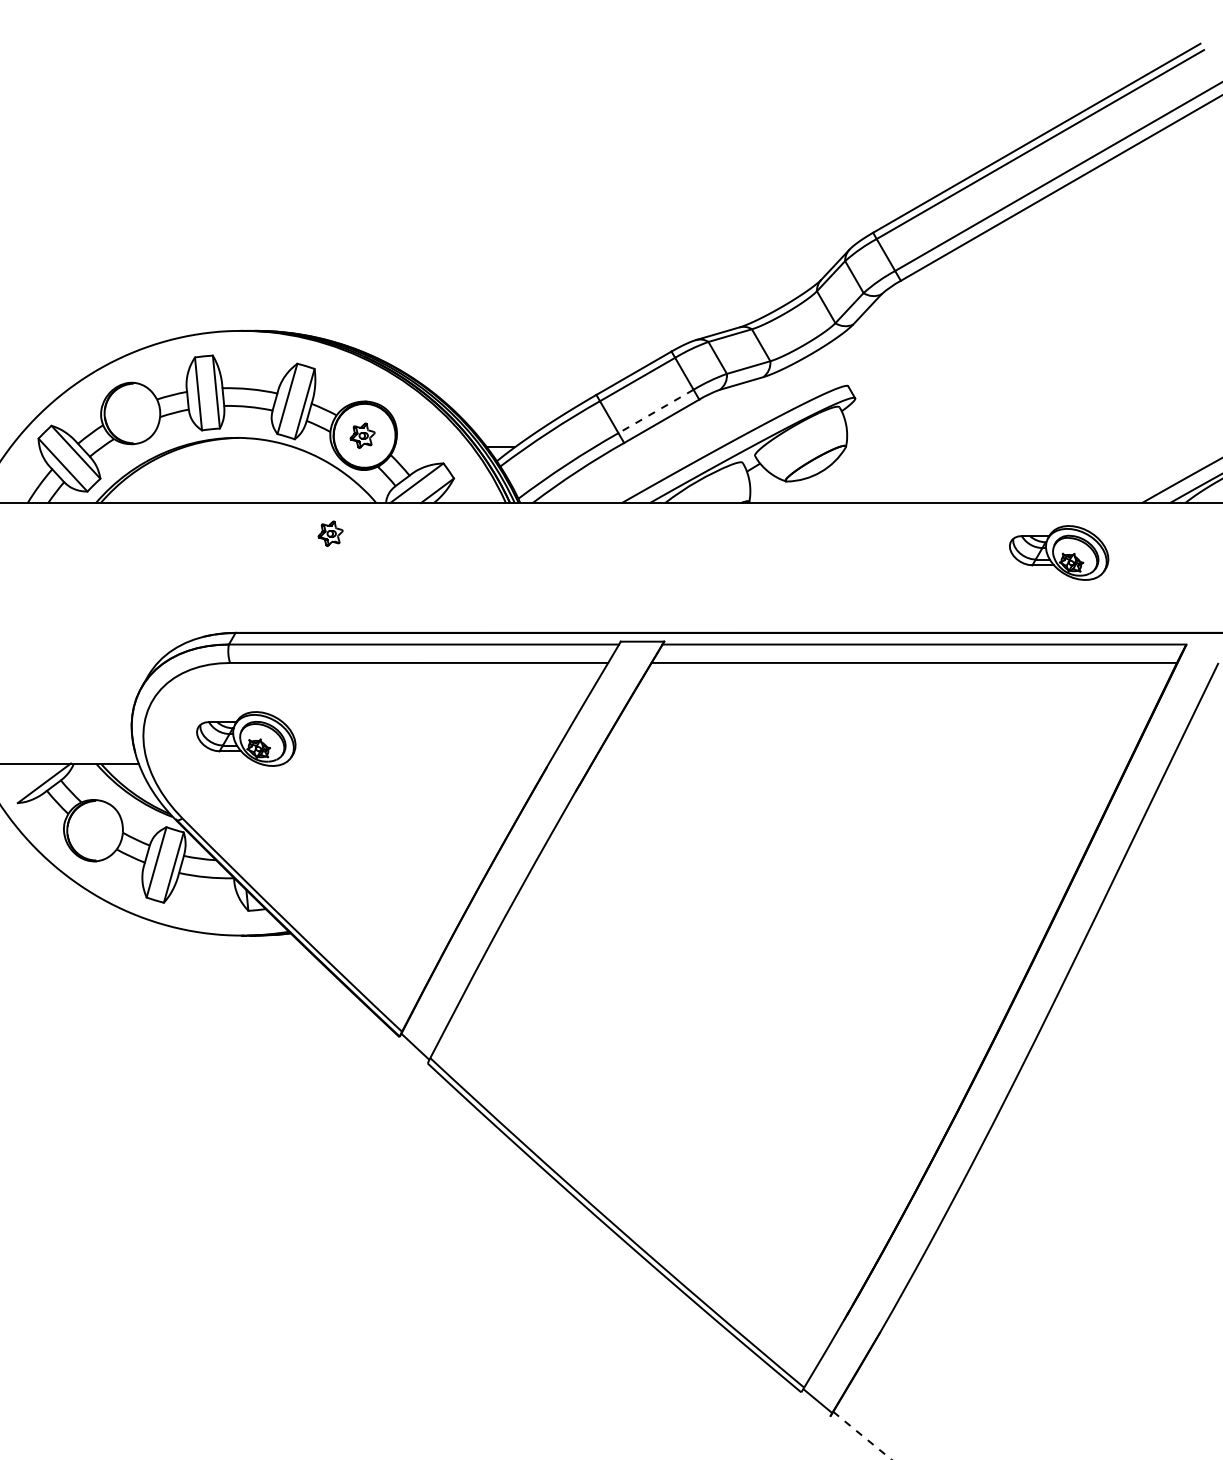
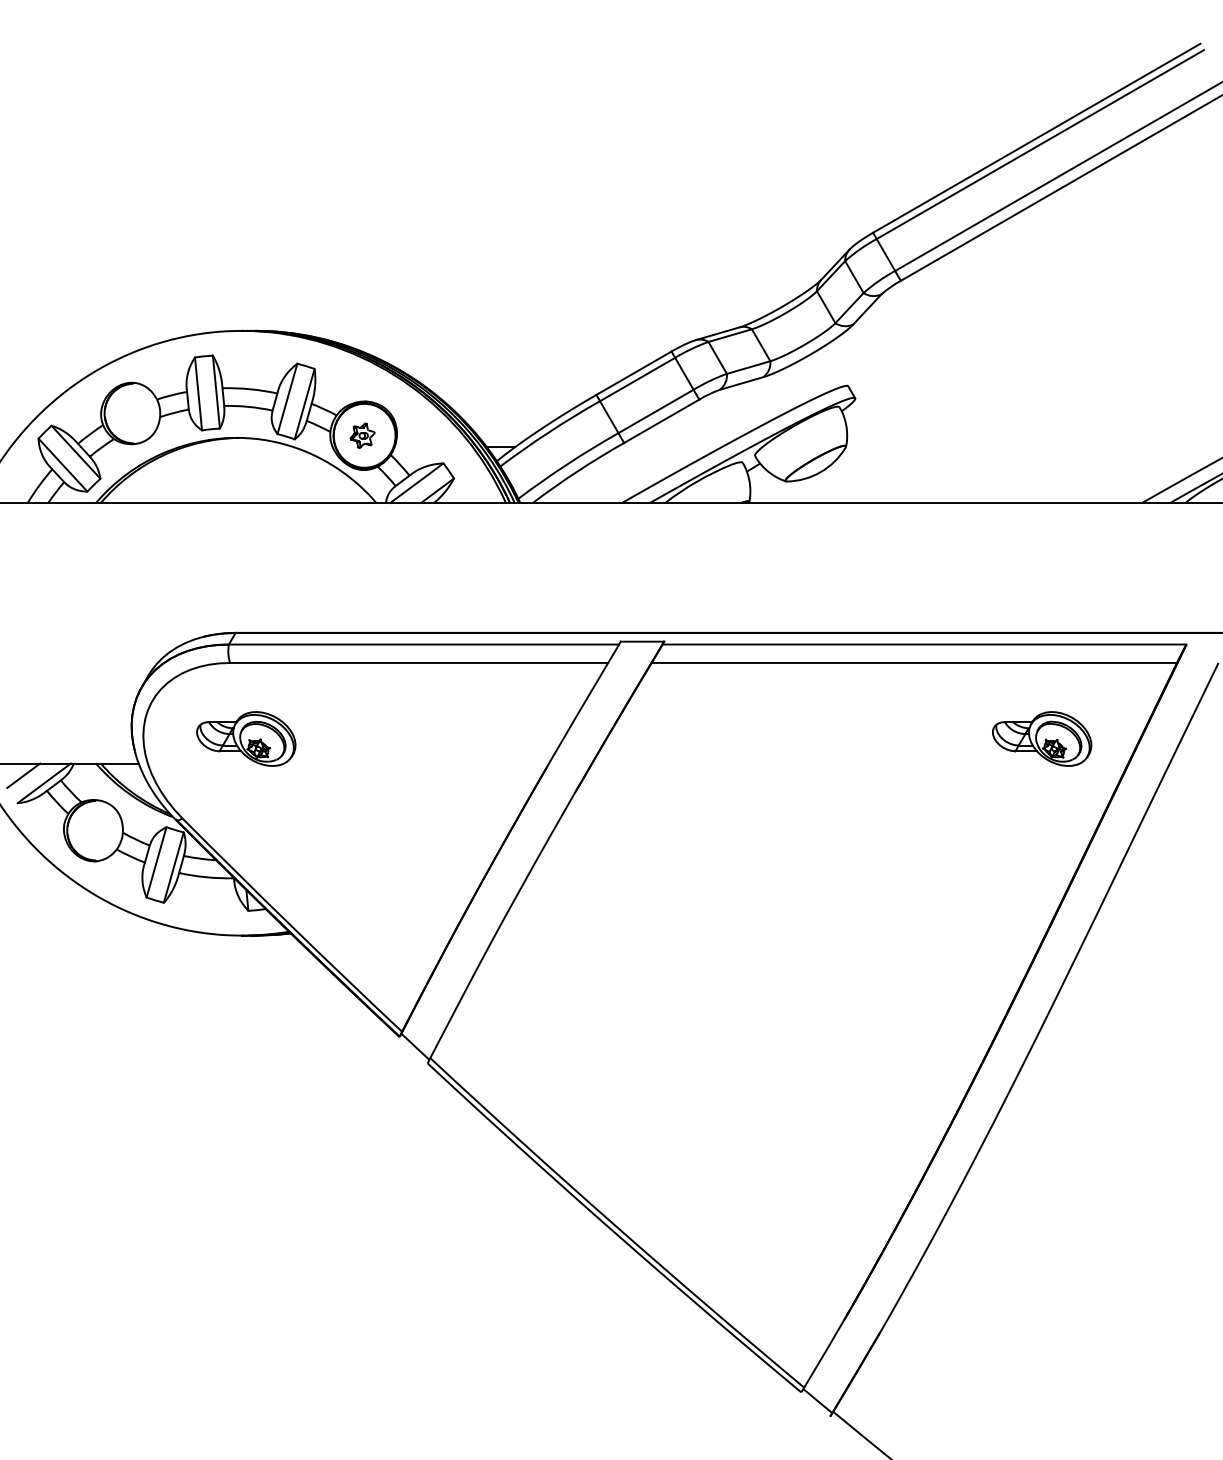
line at (655, 411): dashed -> solid
part at (330, 533): present -> none
part at (1059, 552) position: (1059, 552) -> (1042, 738)
line at (23, 775): none -> present
arc at (863, 1436): dashed -> solid
